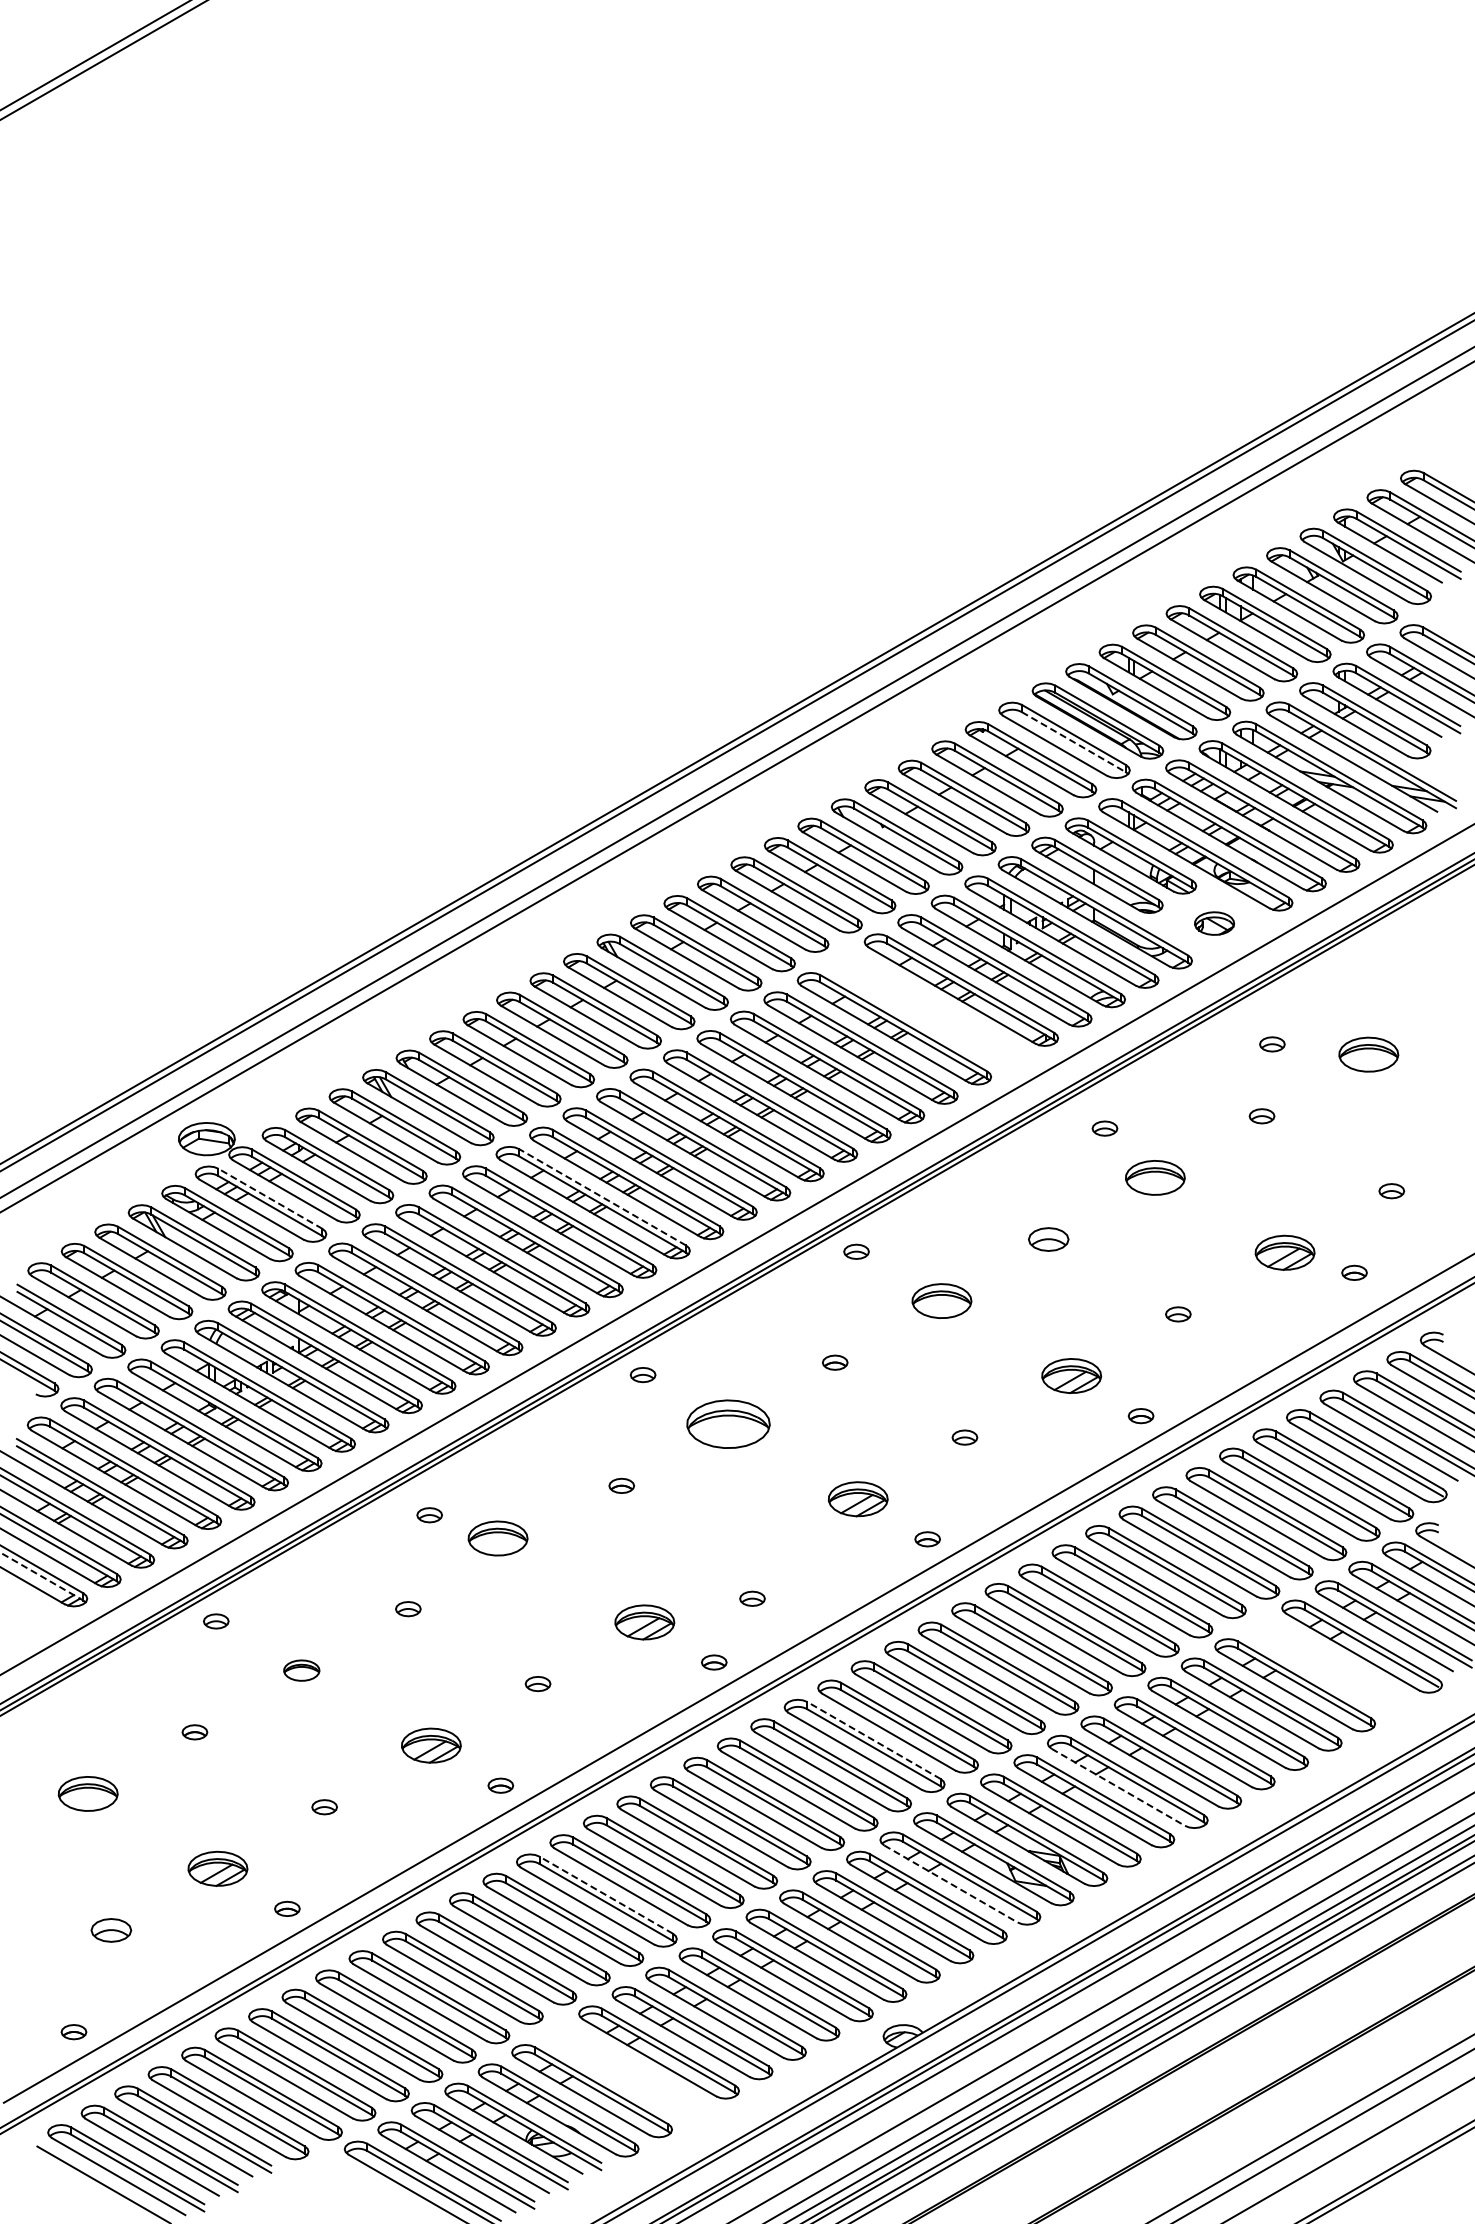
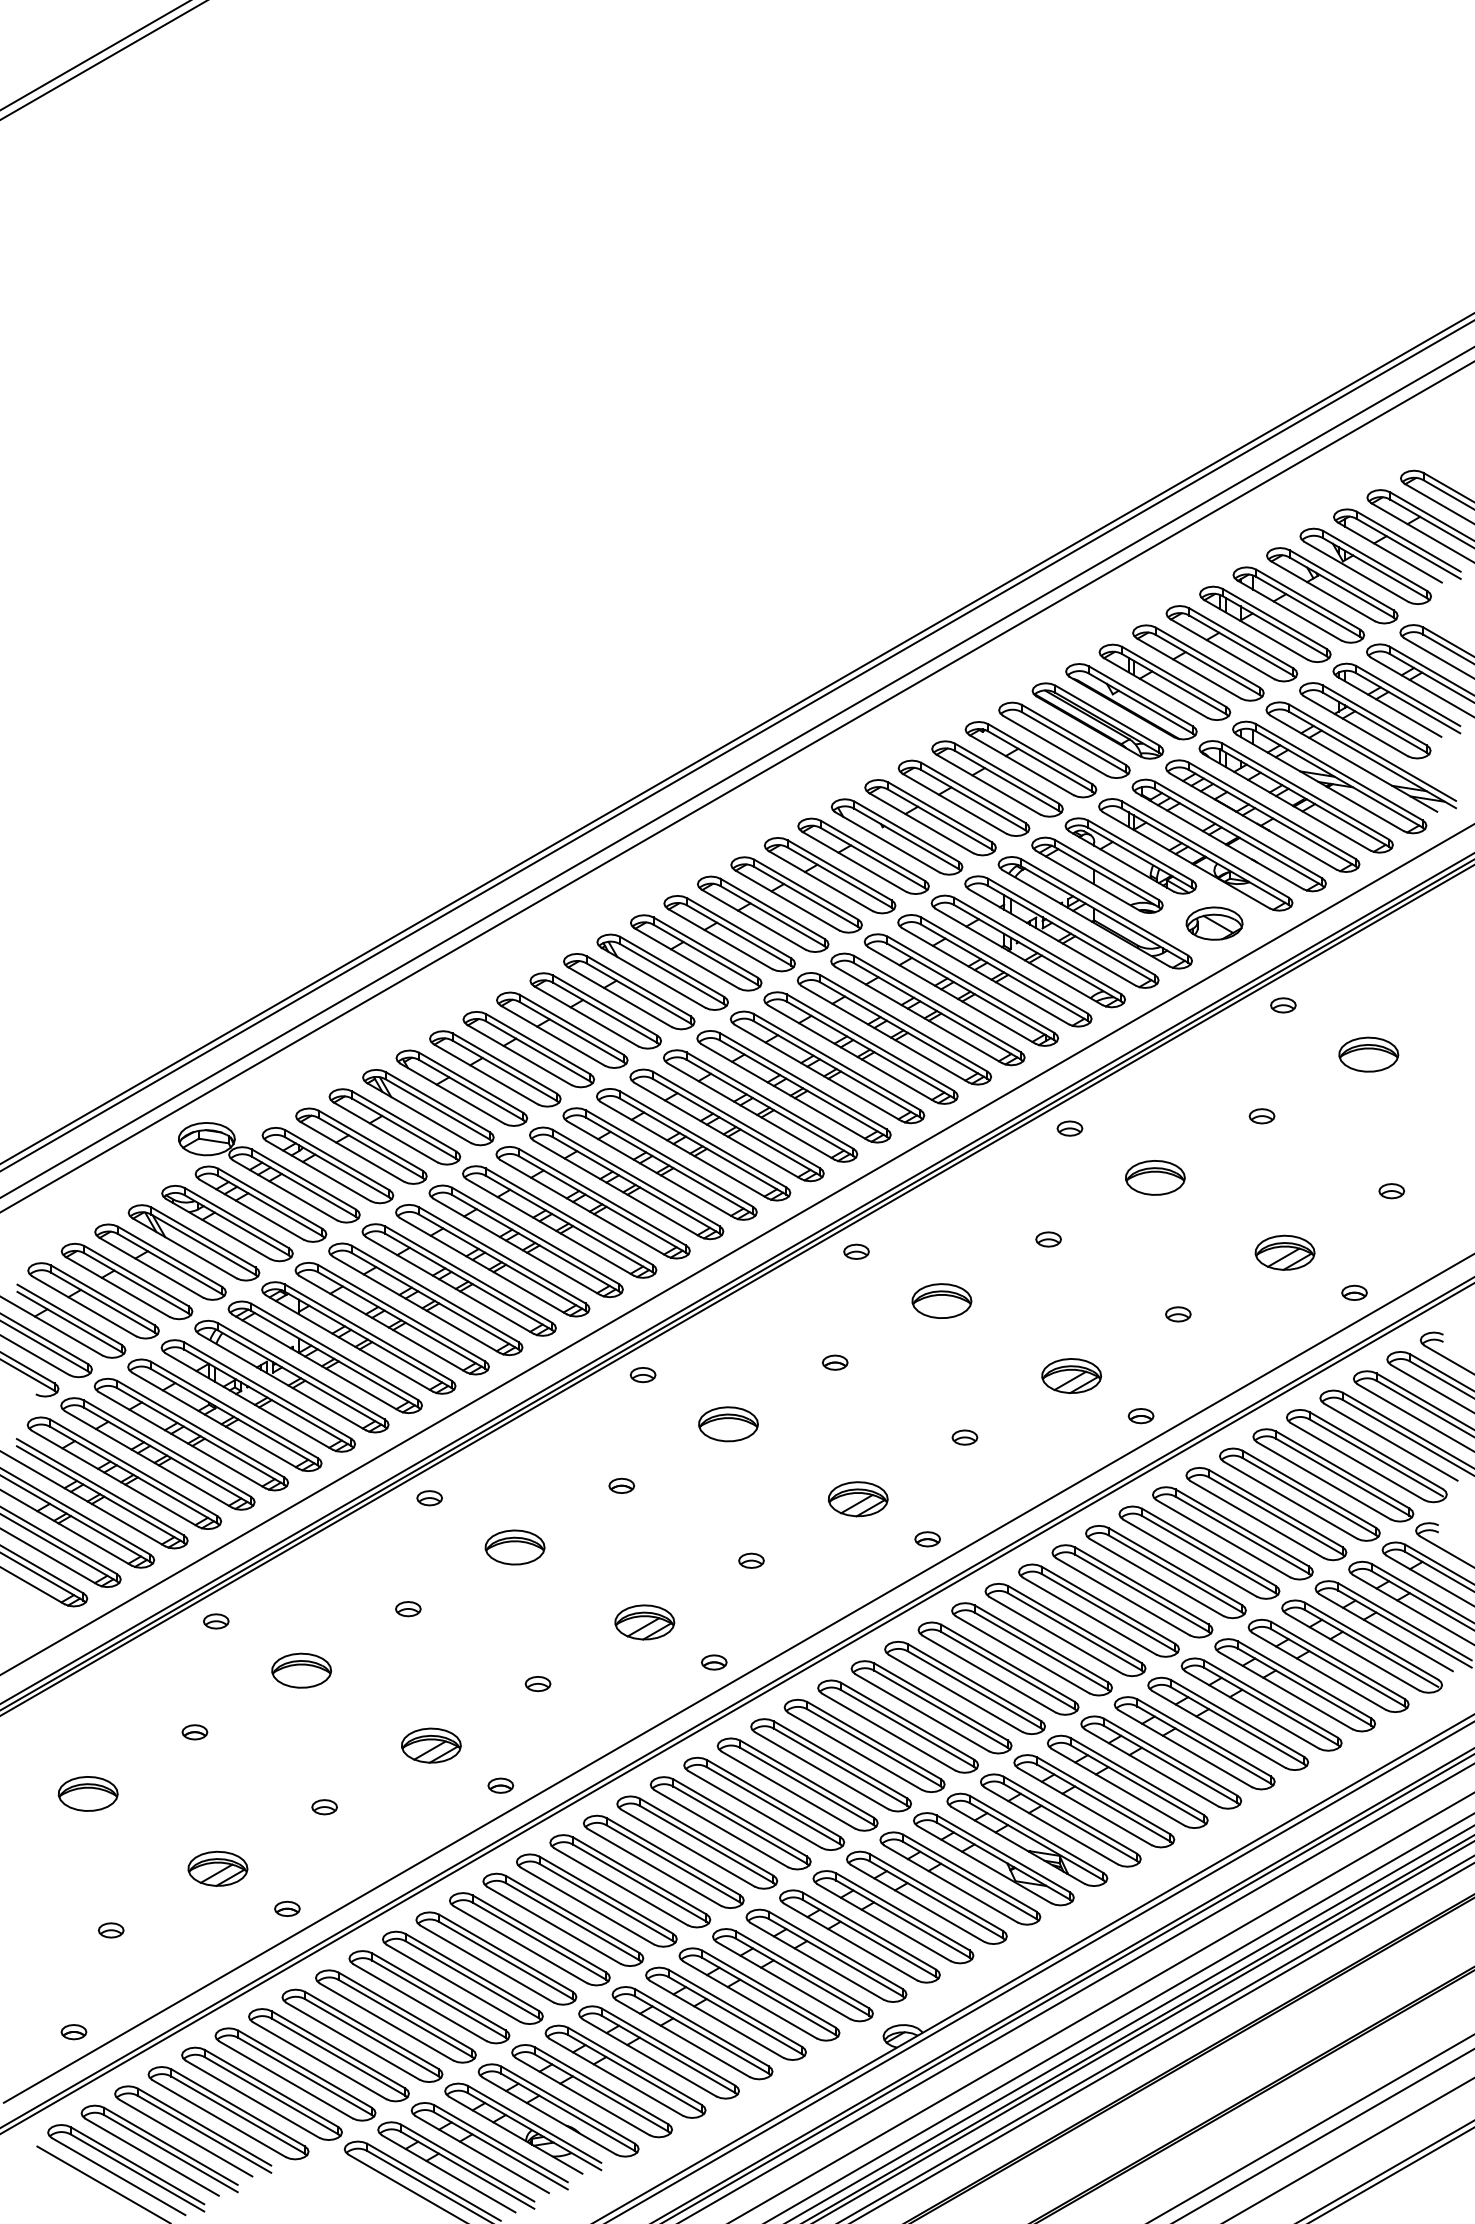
line at (1074, 742): dashed -> solid
part at (1214, 923) size: 41x25 px -> 59x35 px
part at (927, 1009): none -> present
part at (1272, 1044) position: (1272, 1044) -> (1283, 1005)
part at (1104, 1128) position: (1104, 1128) -> (1069, 1128)
line at (602, 1197): dashed -> solid
line at (269, 1198): dashed -> solid
part at (1048, 1239) size: 42x25 px -> 27x17 px
part at (1354, 1272) position: (1354, 1272) -> (1354, 1292)
part at (728, 1423) size: 85x50 px -> 61x37 px
part at (429, 1515) position: (429, 1515) -> (429, 1498)
part at (497, 1538) position: (497, 1538) -> (514, 1547)
line at (41, 1576): dashed -> solid
part at (752, 1598) position: (752, 1598) -> (751, 1560)
part at (1328, 1665): none -> present
part at (301, 1670) size: 38x23 px -> 62x37 px
line at (873, 1740): dashed -> solid
line at (1118, 1787): dashed -> solid
line at (951, 1884): dashed -> solid
line at (605, 1894): dashed -> solid
part at (111, 1930) size: 43x25 px -> 28x17 px
part at (625, 2071): none -> present
